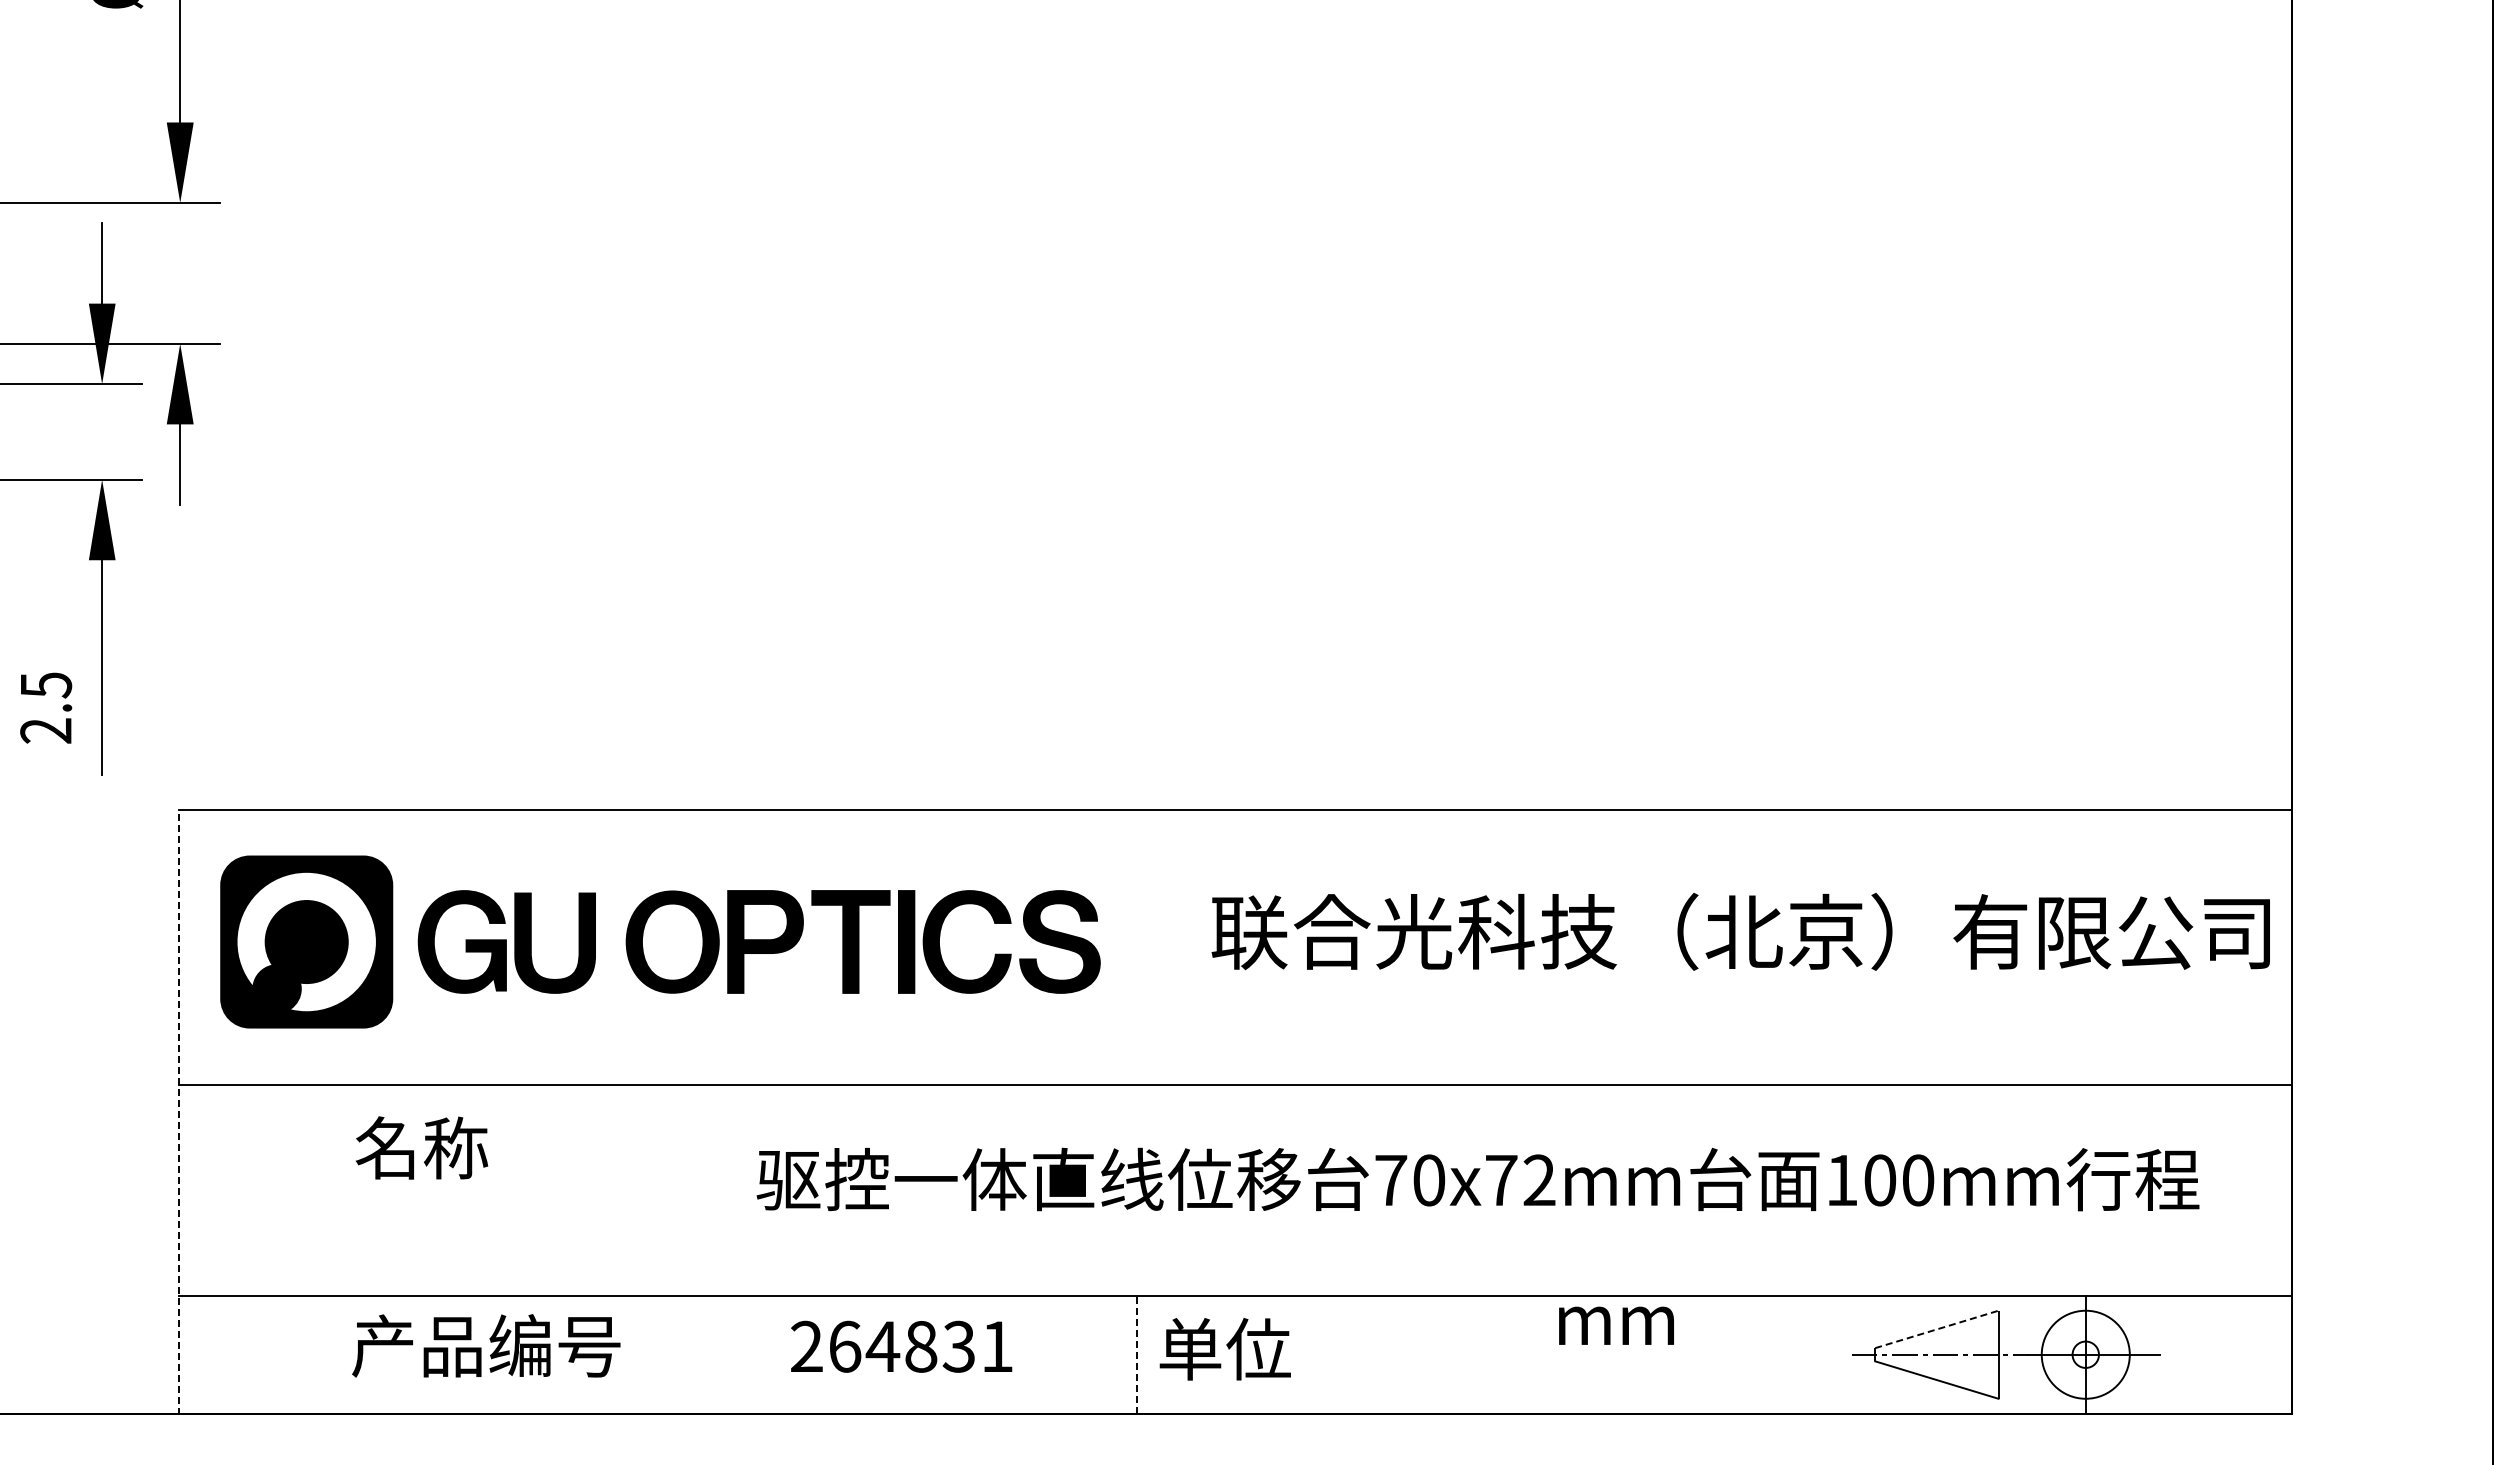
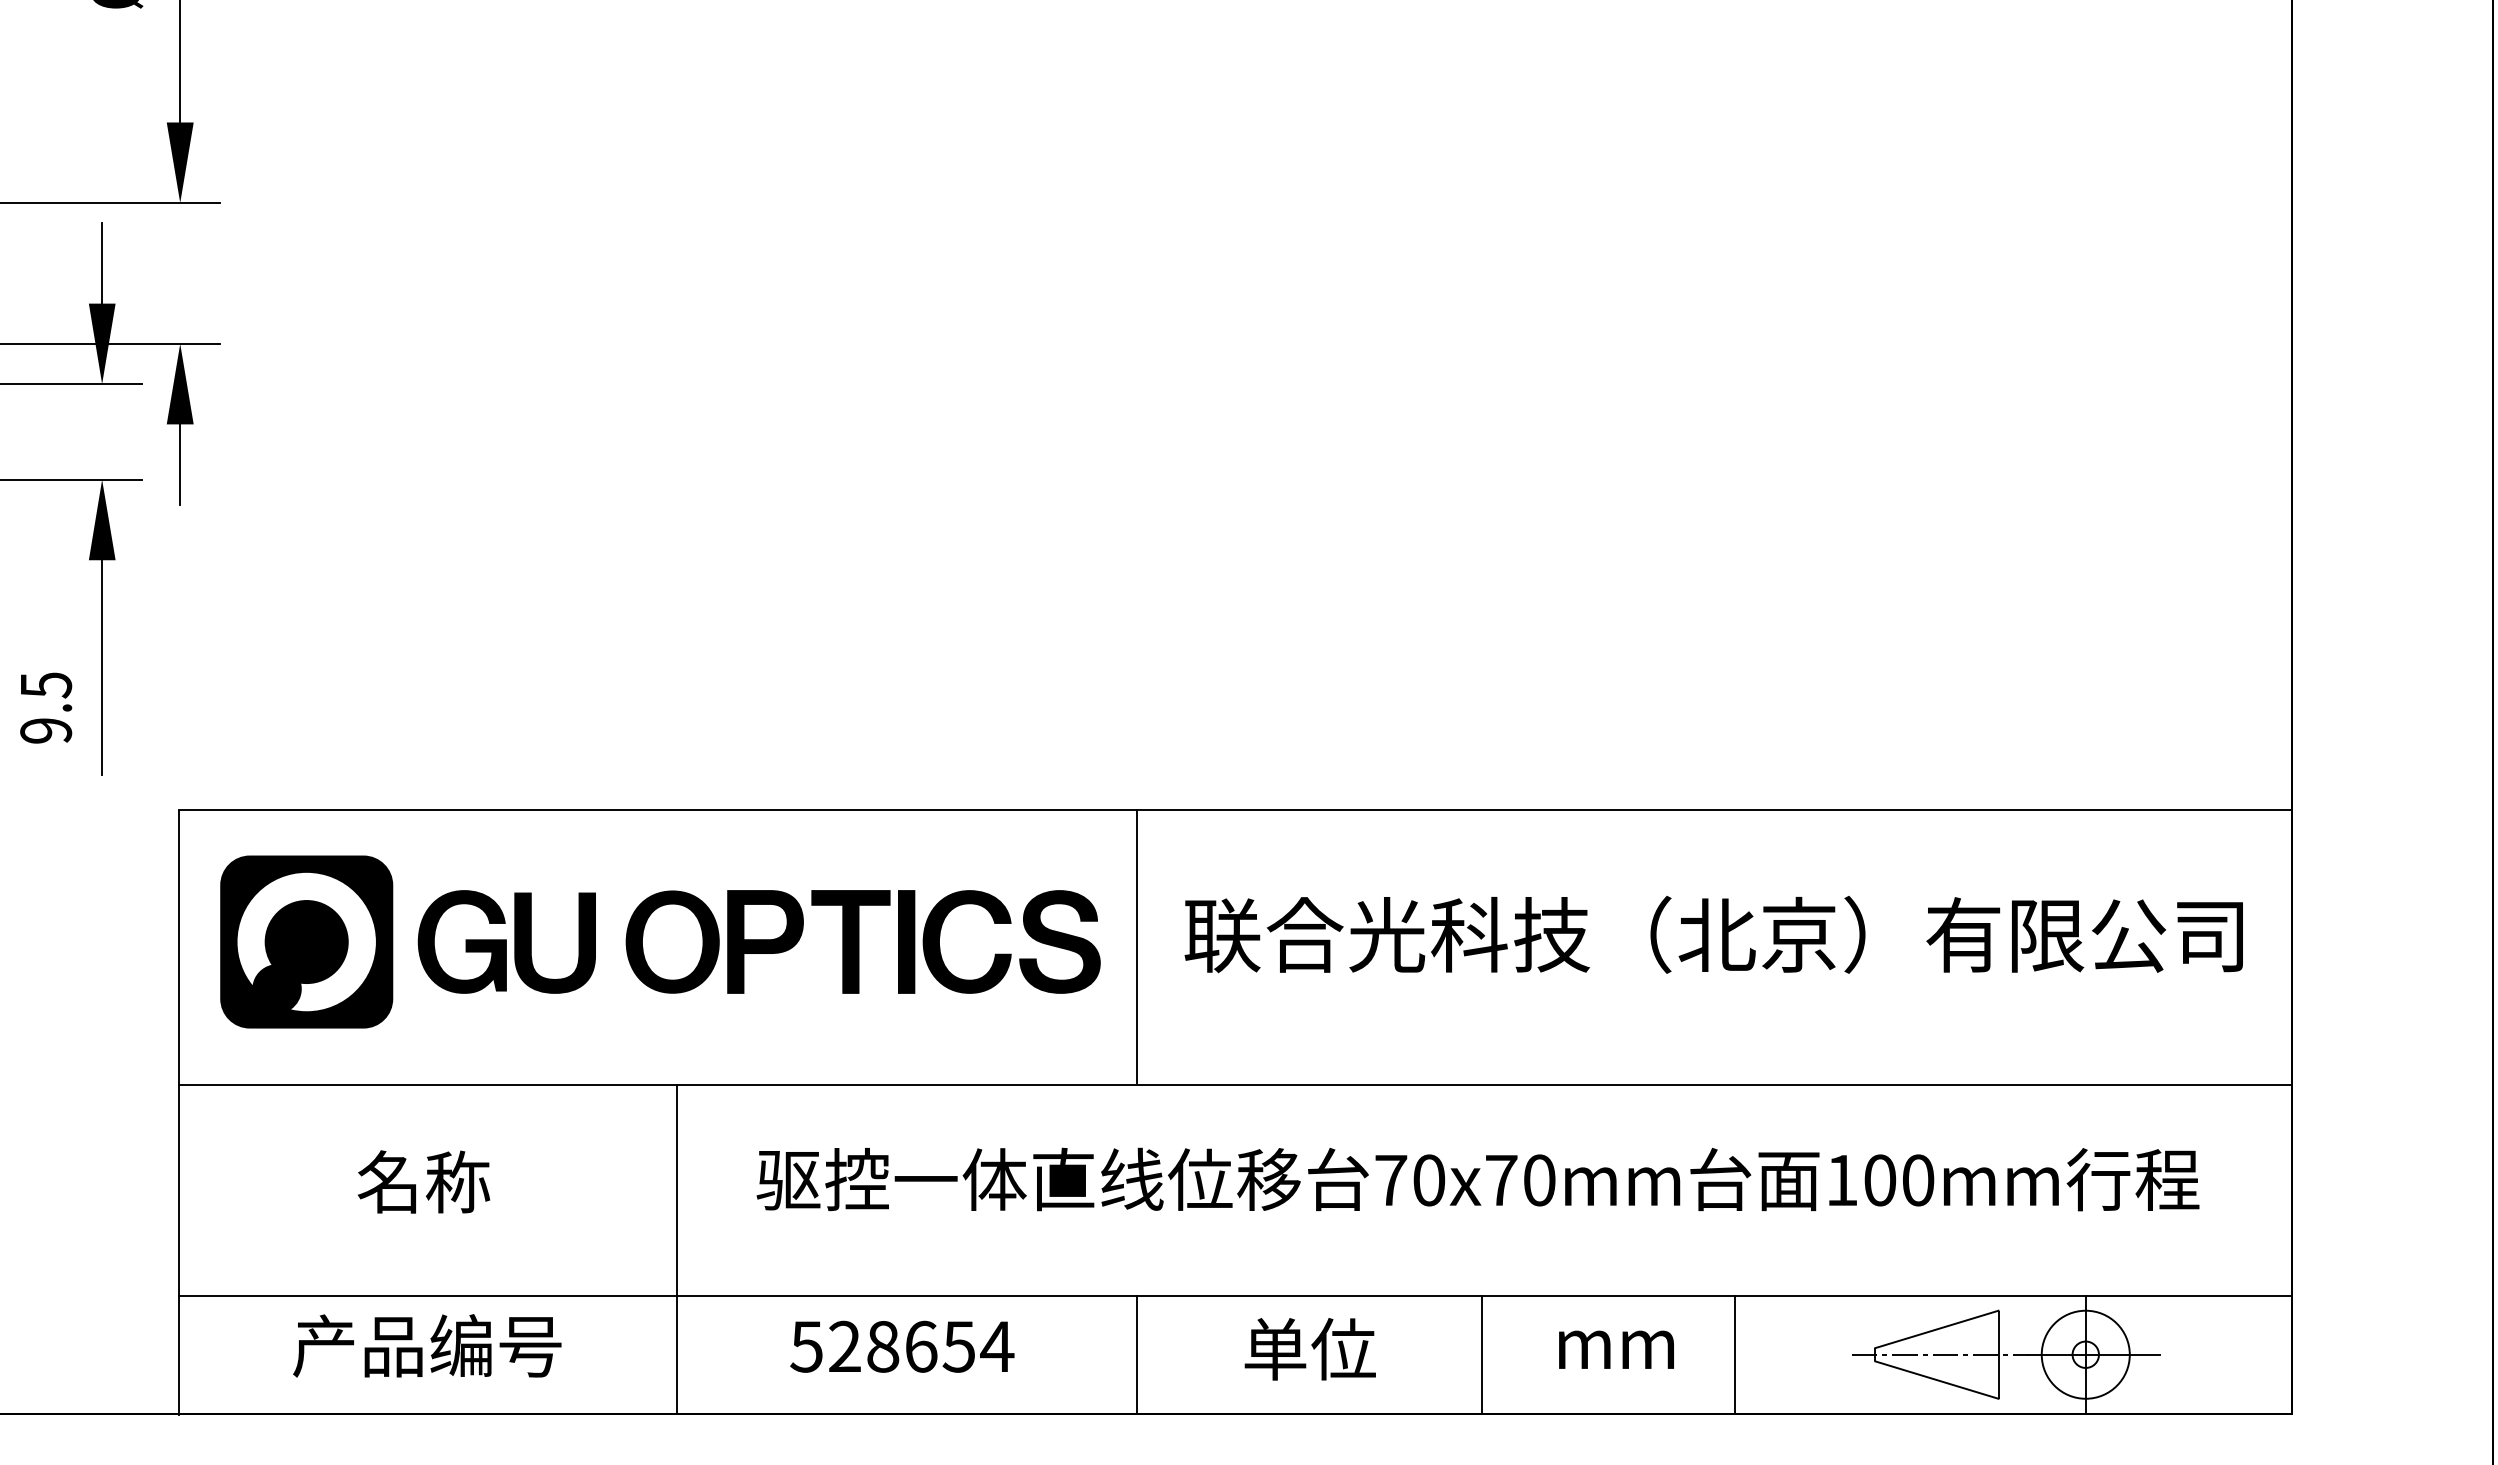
text at (46, 730): 2.5 -> 9.5
text at (1740, 931) position: (1740, 931) -> (1713, 934)
line at (1137, 945): none -> present
line at (178, 1112): dashed -> solid
text at (421, 1147) position: (421, 1147) -> (423, 1181)
text at (1539, 1180): 70x72mm -> 70x70mm
line at (676, 1248): none -> present
text at (1616, 1325) position: (1616, 1325) -> (1616, 1349)
line at (1937, 1329): dashed -> solid
text at (486, 1345) position: (486, 1345) -> (427, 1345)
text at (902, 1346): 264831 -> 528654
text at (1224, 1349) position: (1224, 1349) -> (1309, 1349)
line at (1137, 1354): dashed -> solid
line at (1481, 1354): none -> present
line at (1734, 1354): none -> present
